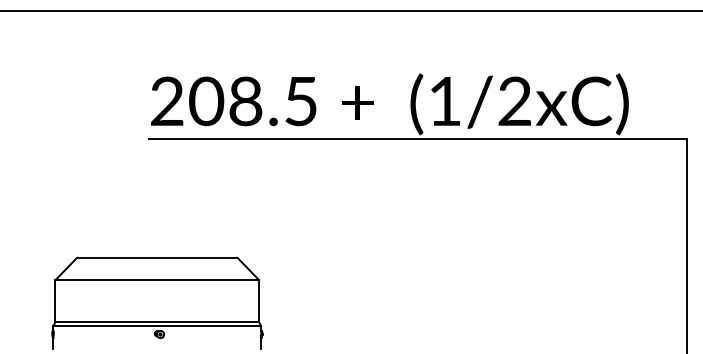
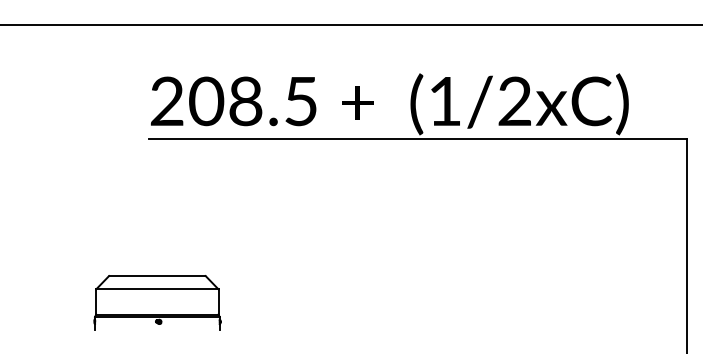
line at (350, 10) position: (350, 10) -> (350, 24)
part at (157, 302) size: 213x94 px -> 129x56 px
